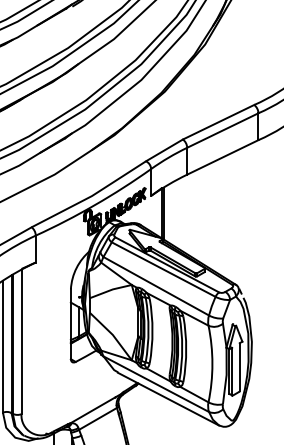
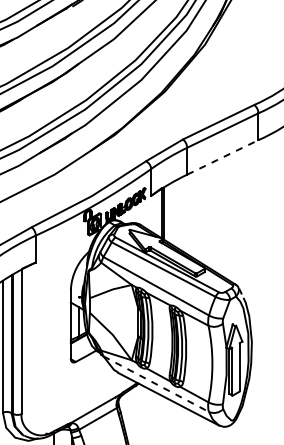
line at (222, 157): solid -> dashed
line at (156, 384): solid -> dashed
